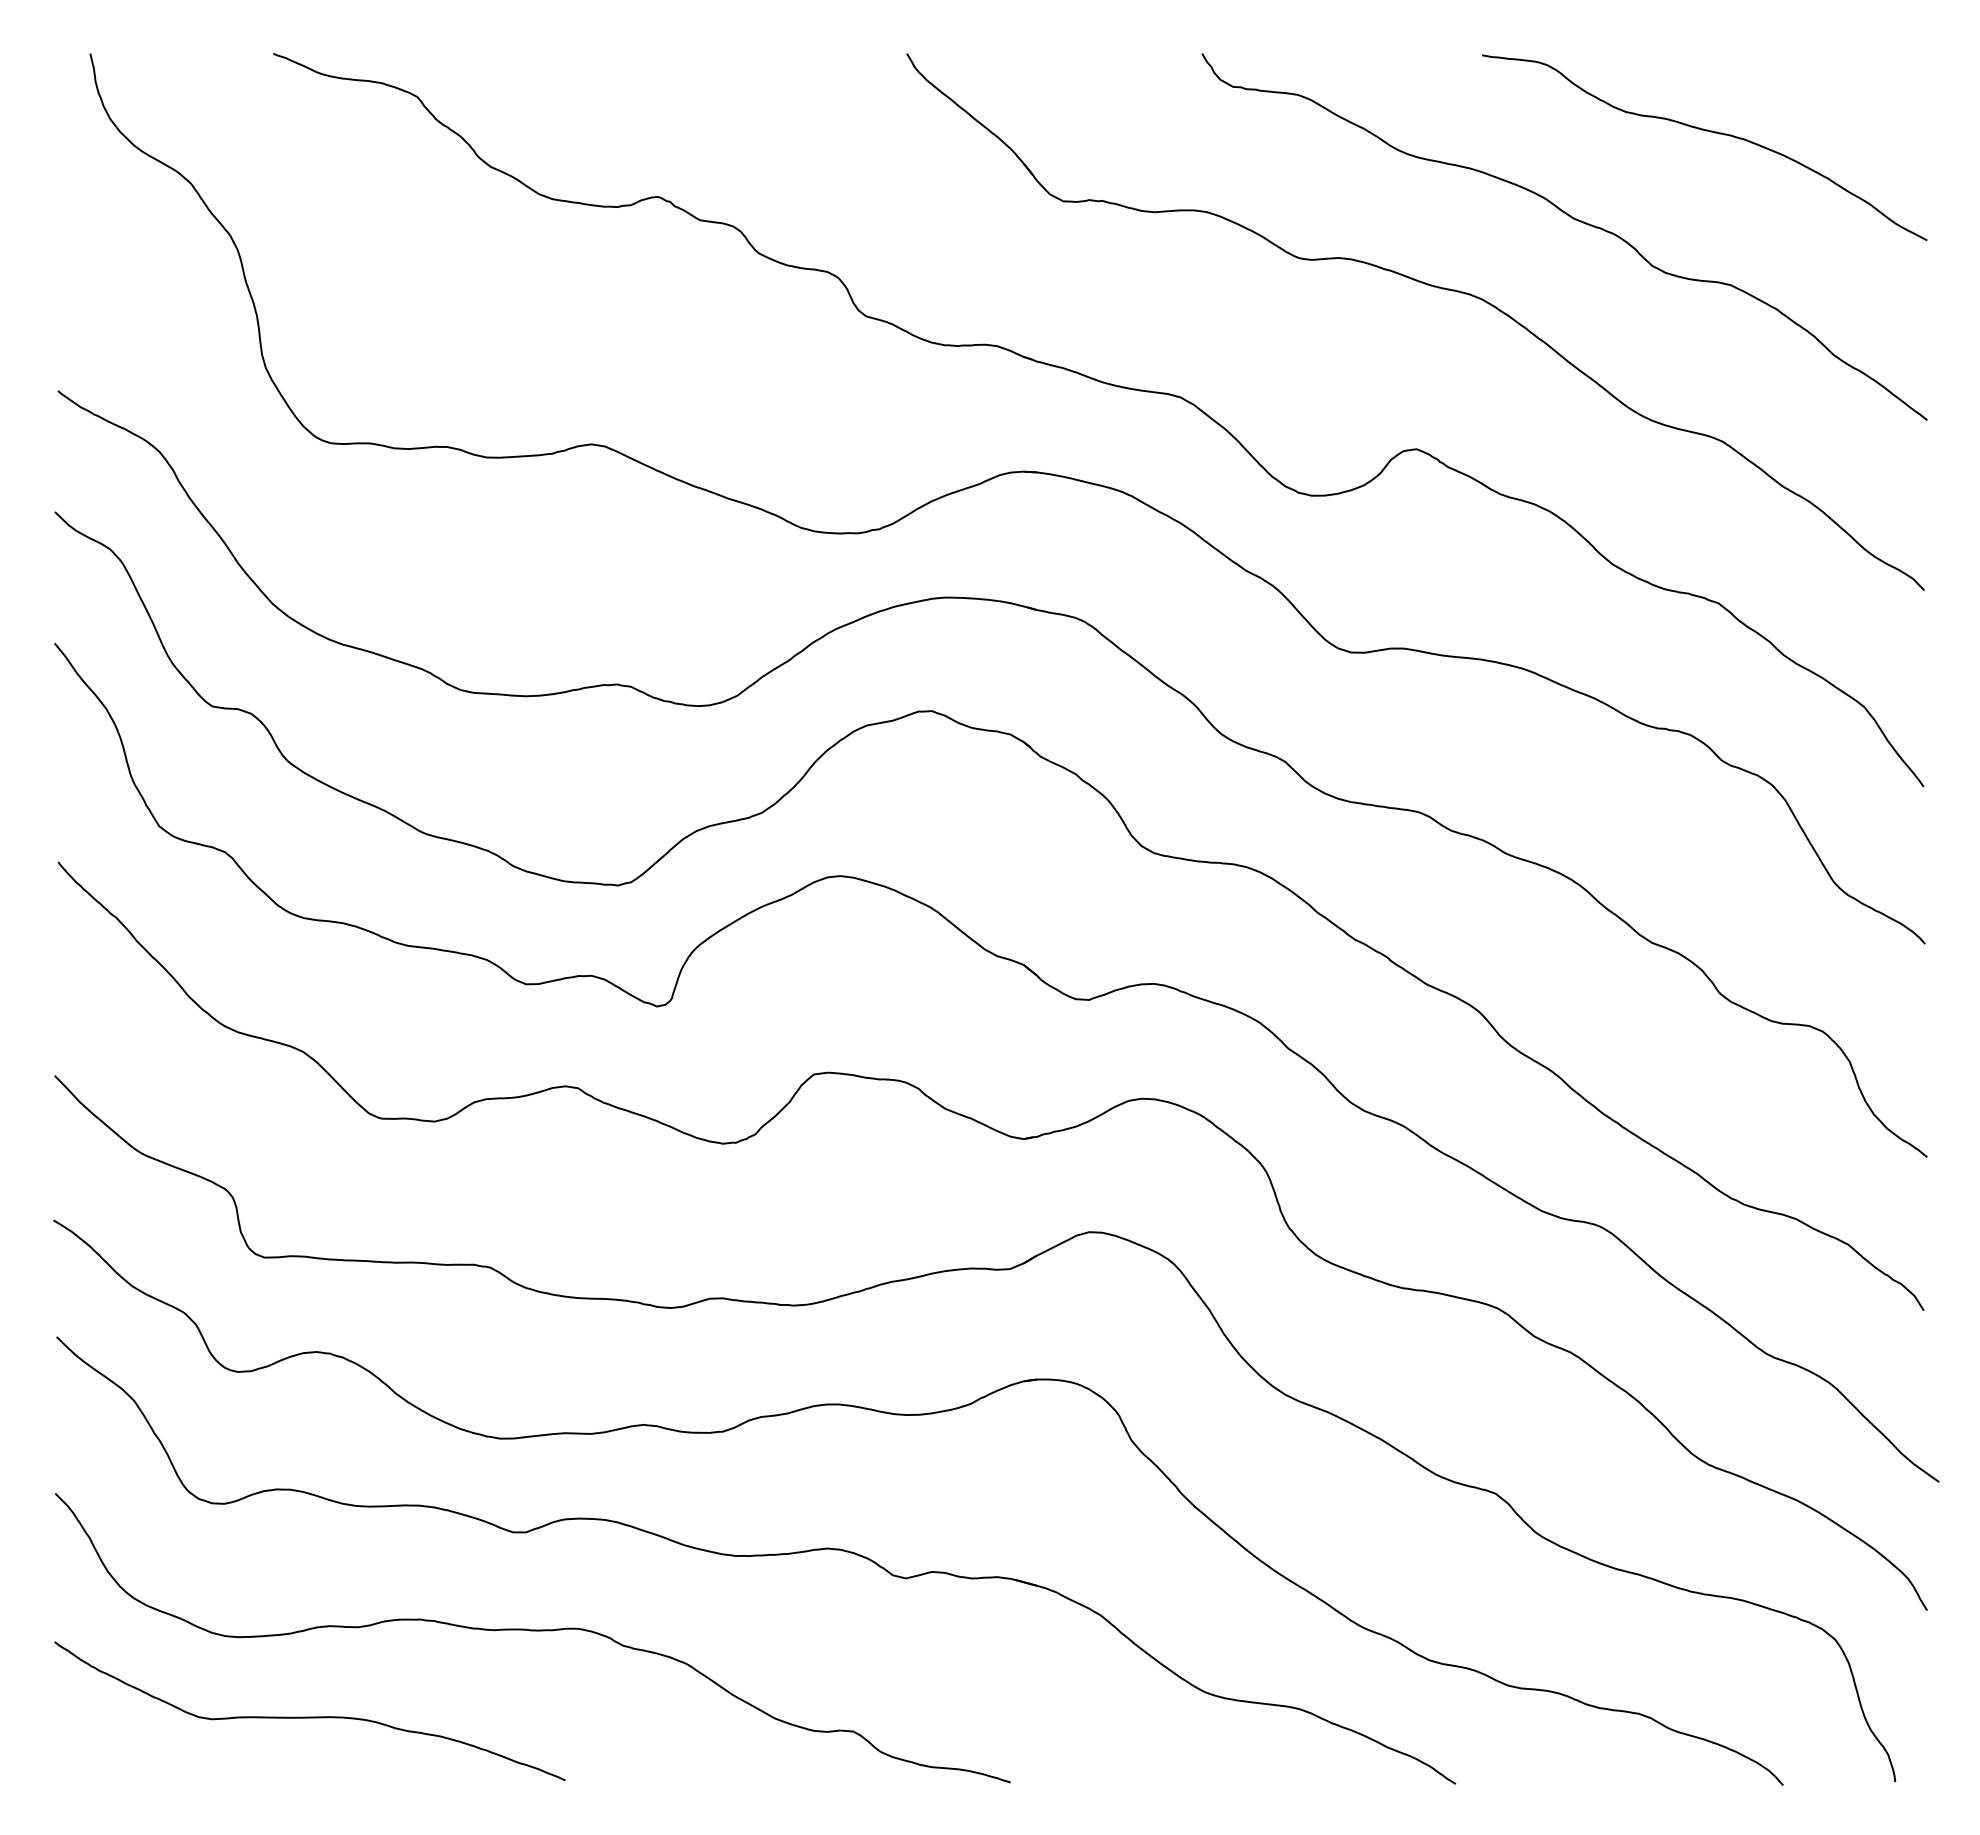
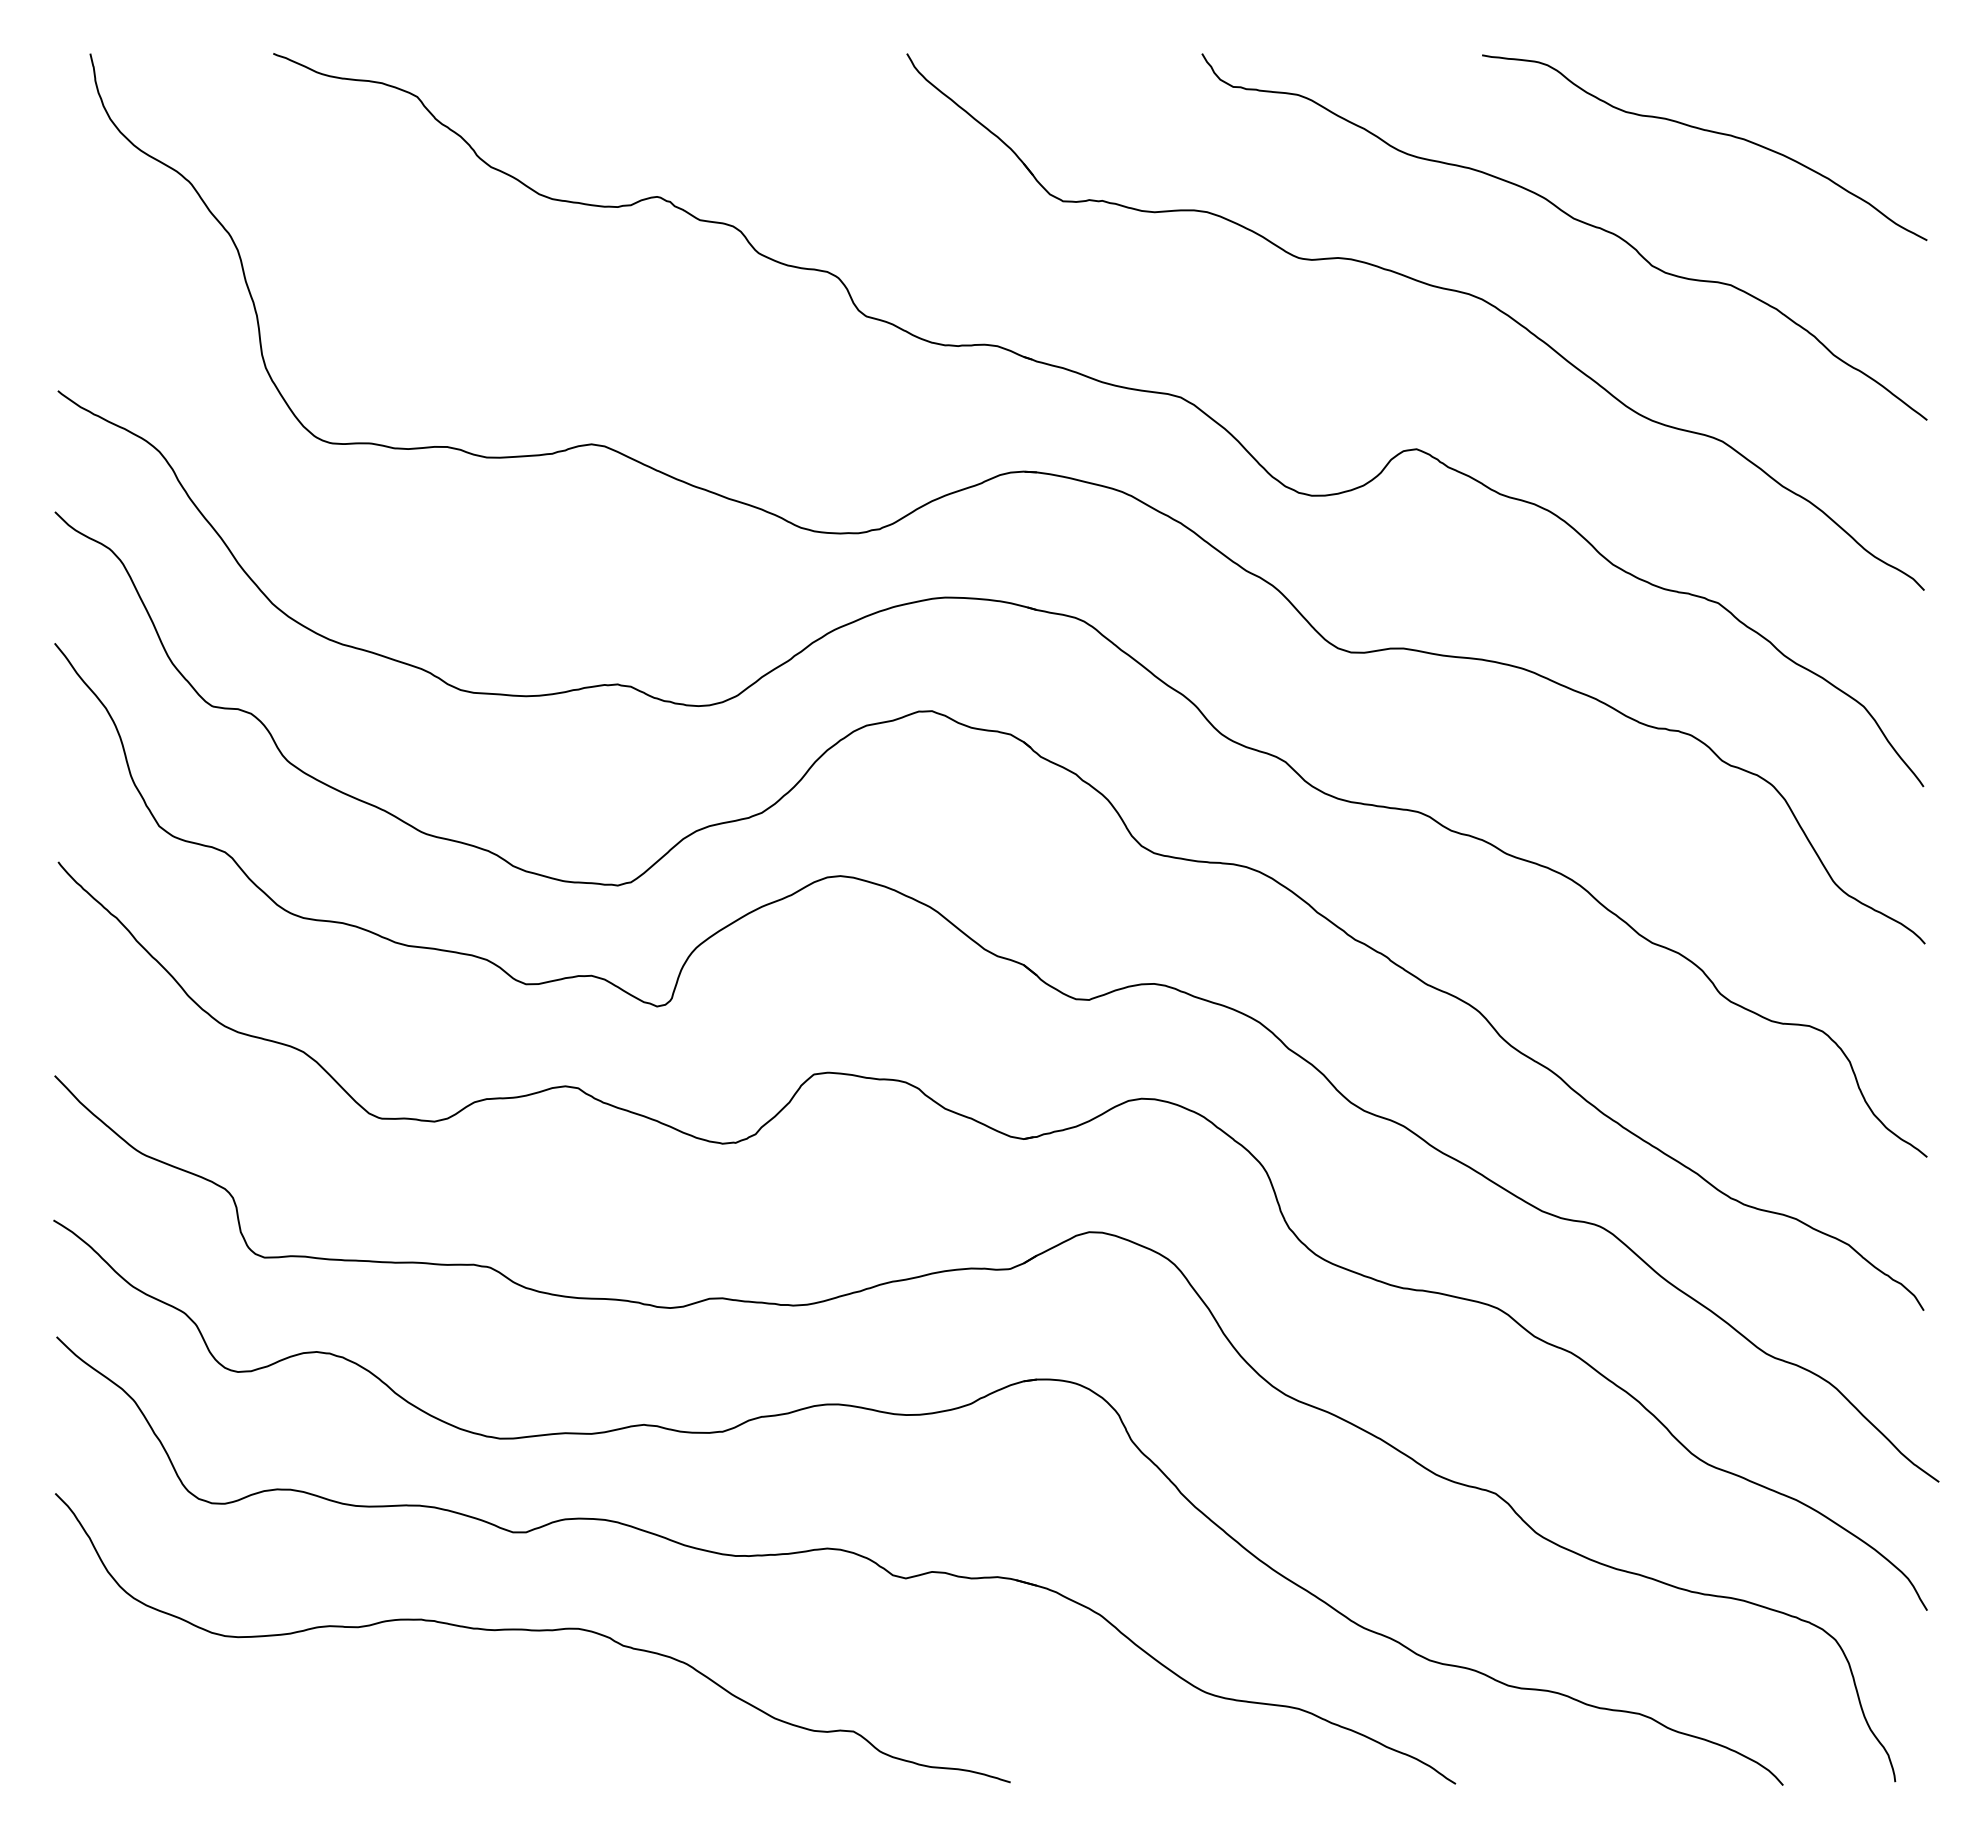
curve at (309, 1716): present -> none
